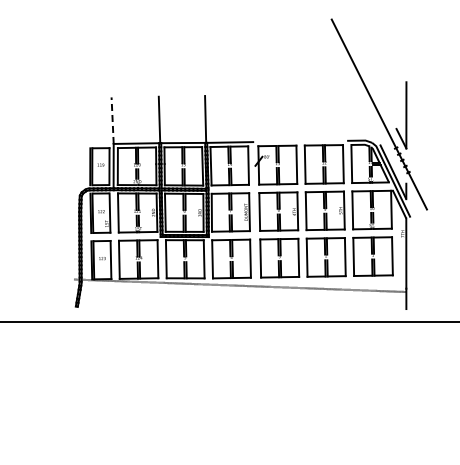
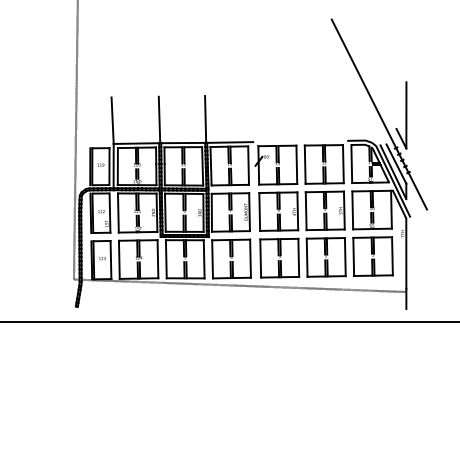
line at (112, 120): dashed -> solid
line at (75, 140): none -> present
line at (396, 163): none -> present
